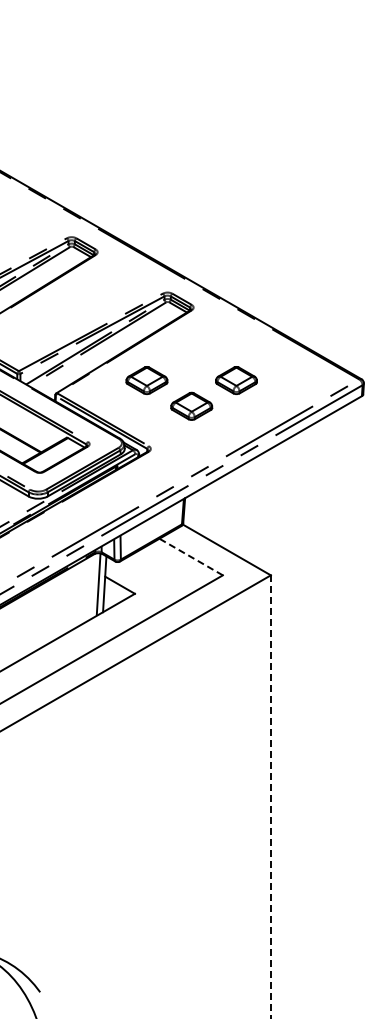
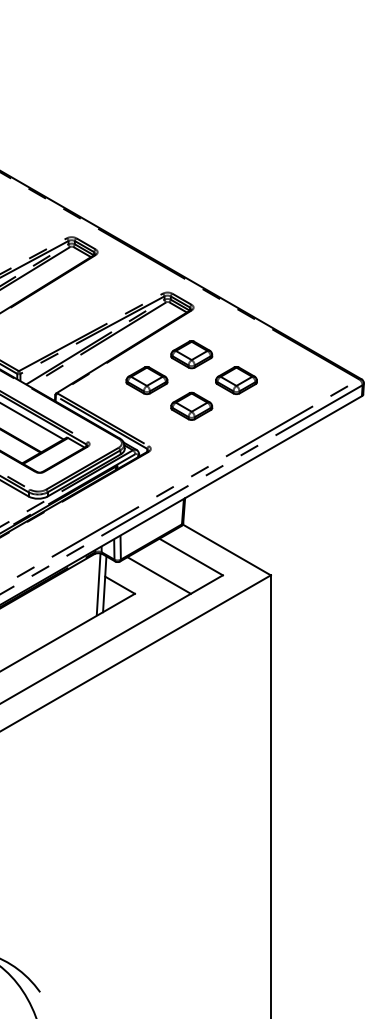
part at (191, 354): none -> present
line at (32, 421): none -> present
line at (191, 557): dashed -> solid
line at (158, 575): none -> present
line at (270, 797): dashed -> solid
